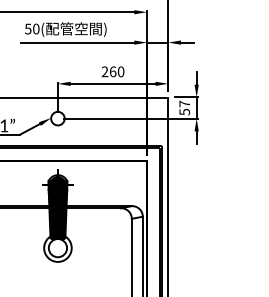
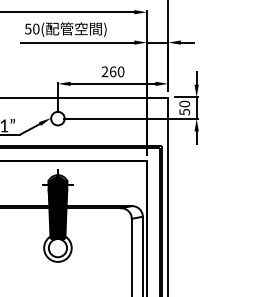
text at (184, 103): 57 -> 50
